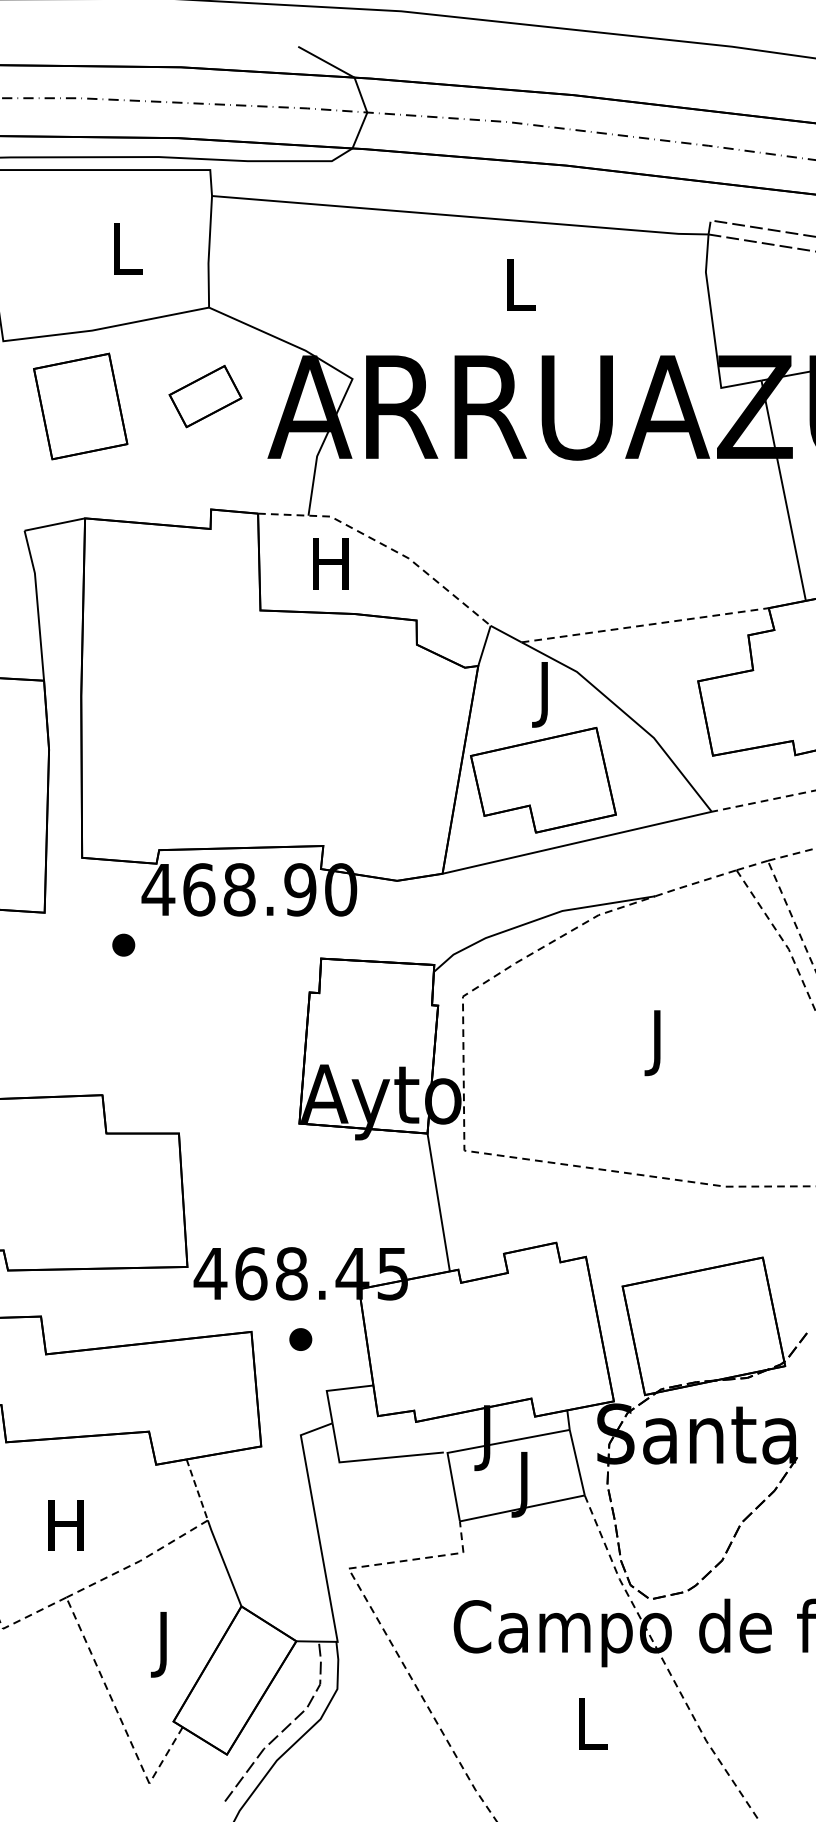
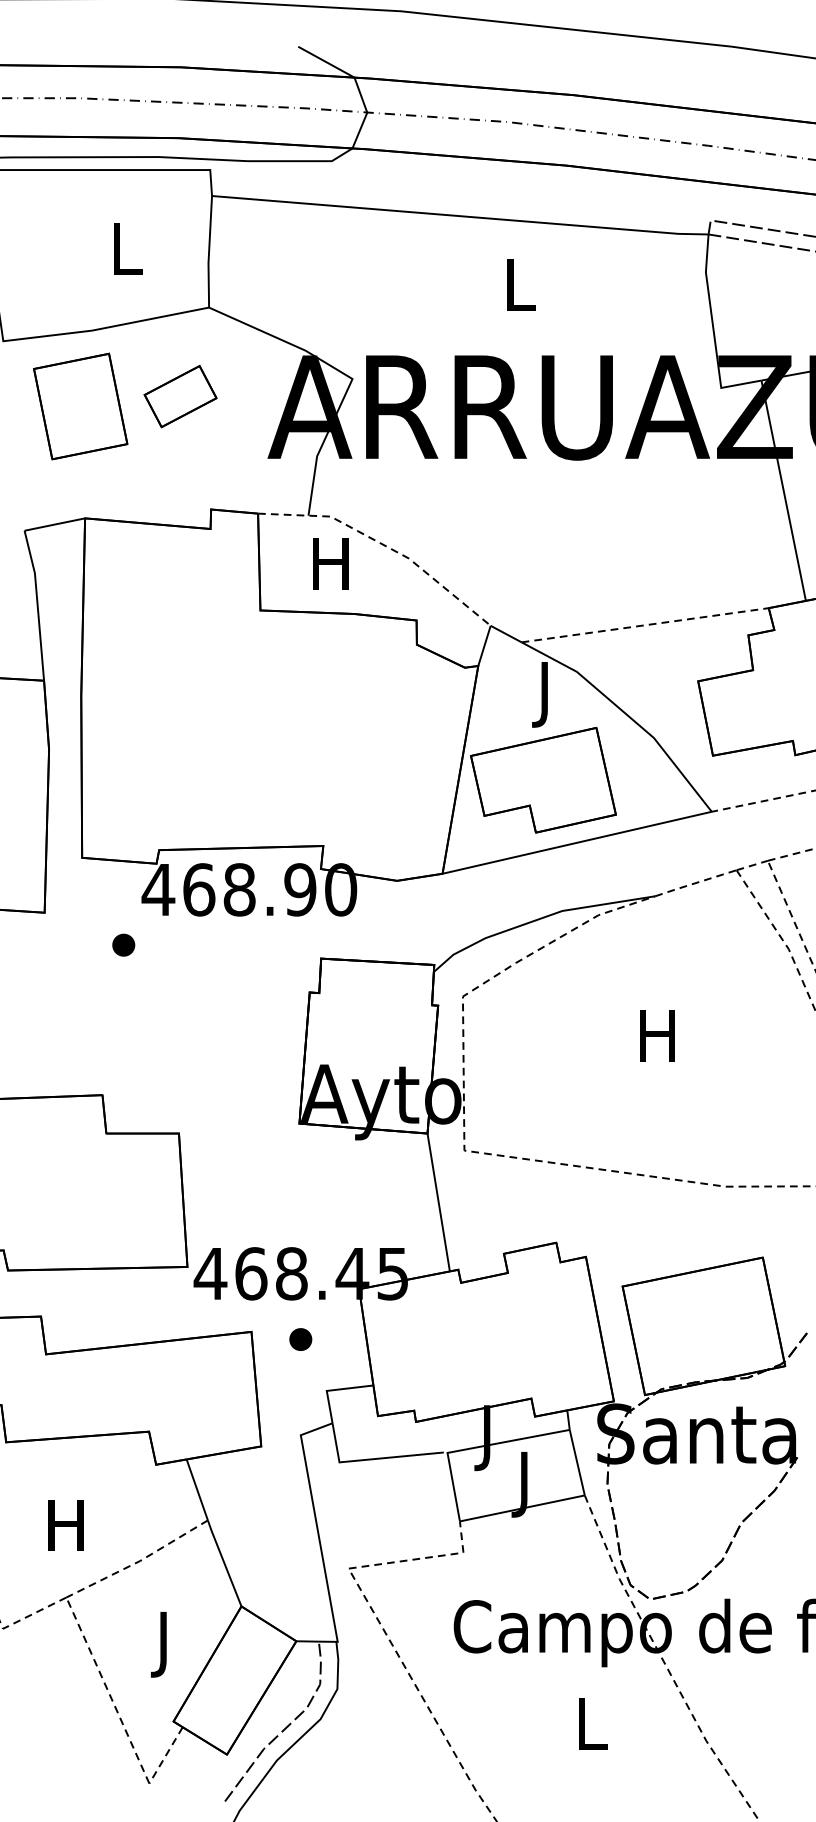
part at (205, 396) position: (205, 396) -> (180, 396)
text at (657, 1043): J -> H
line at (197, 1490): dashed -> solid
